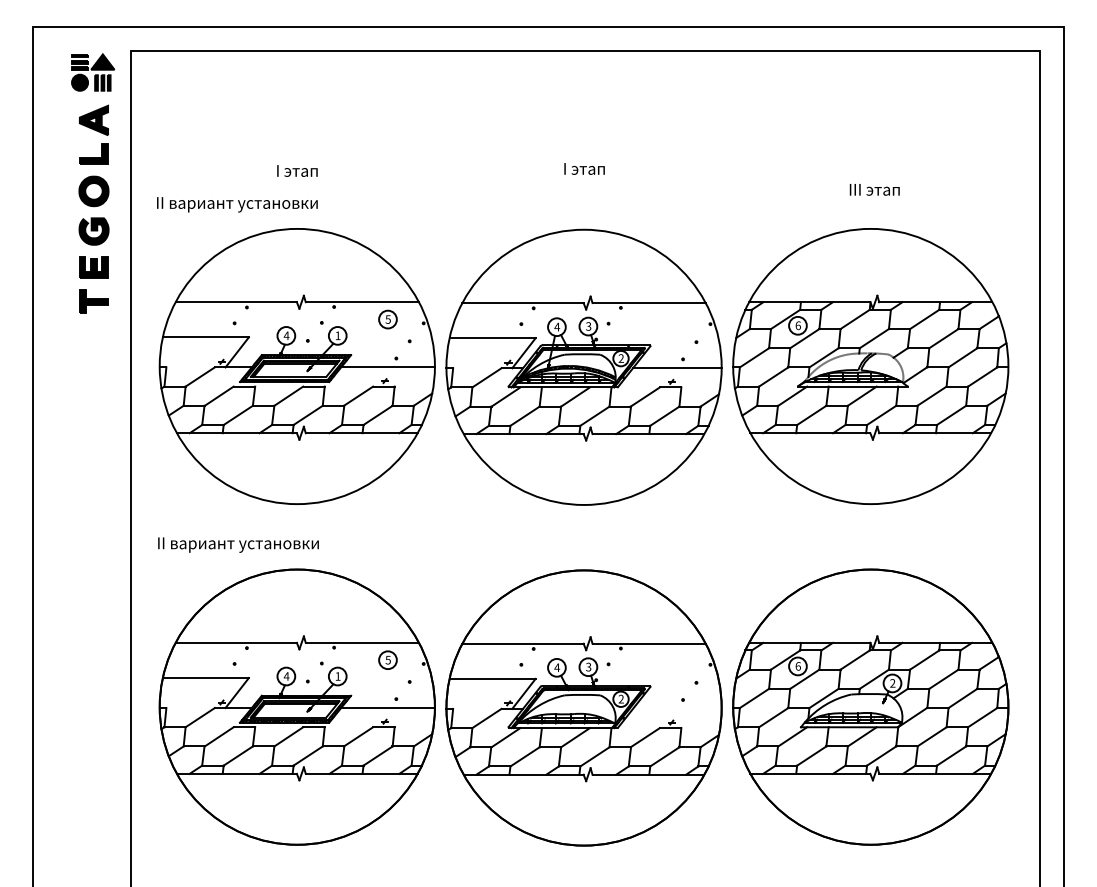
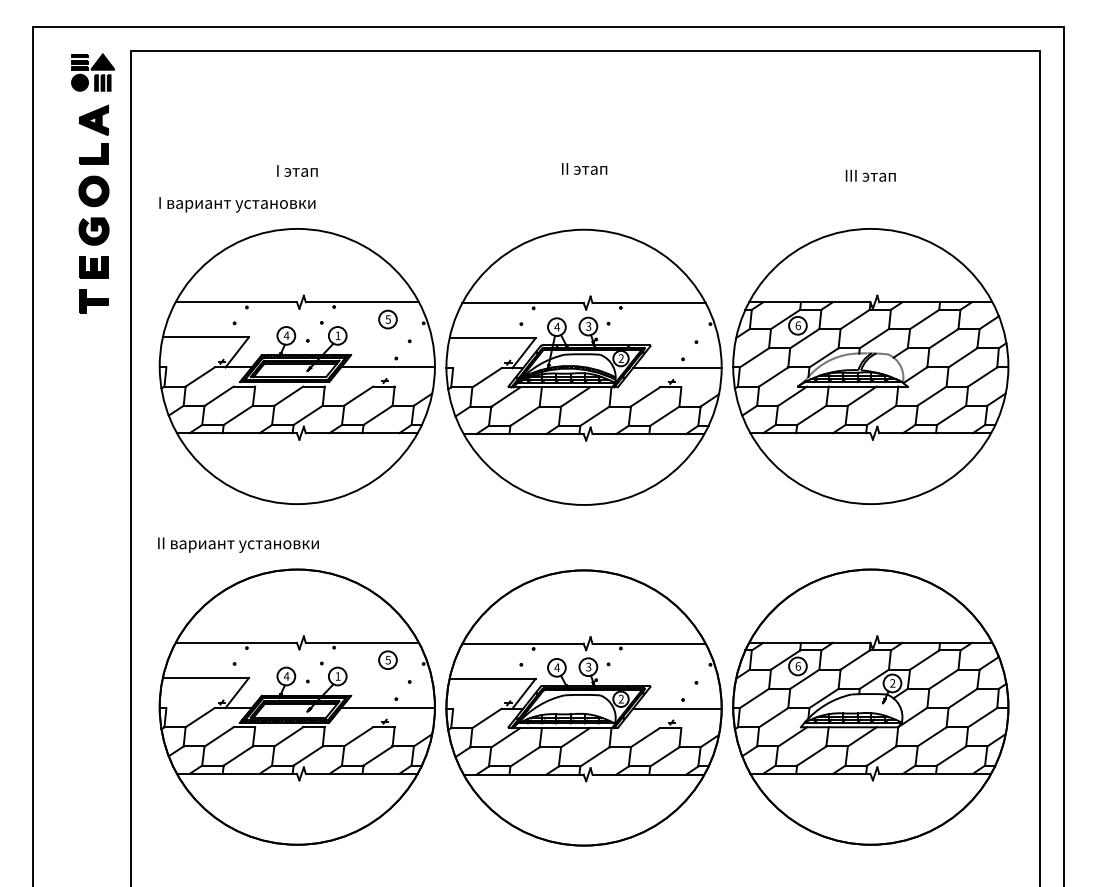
text at (584, 168): I этап -> II этап
text at (874, 189) position: (874, 189) -> (870, 175)
text at (237, 204): II вариант установки -> I вариант установки
line at (677, 708): none -> present
